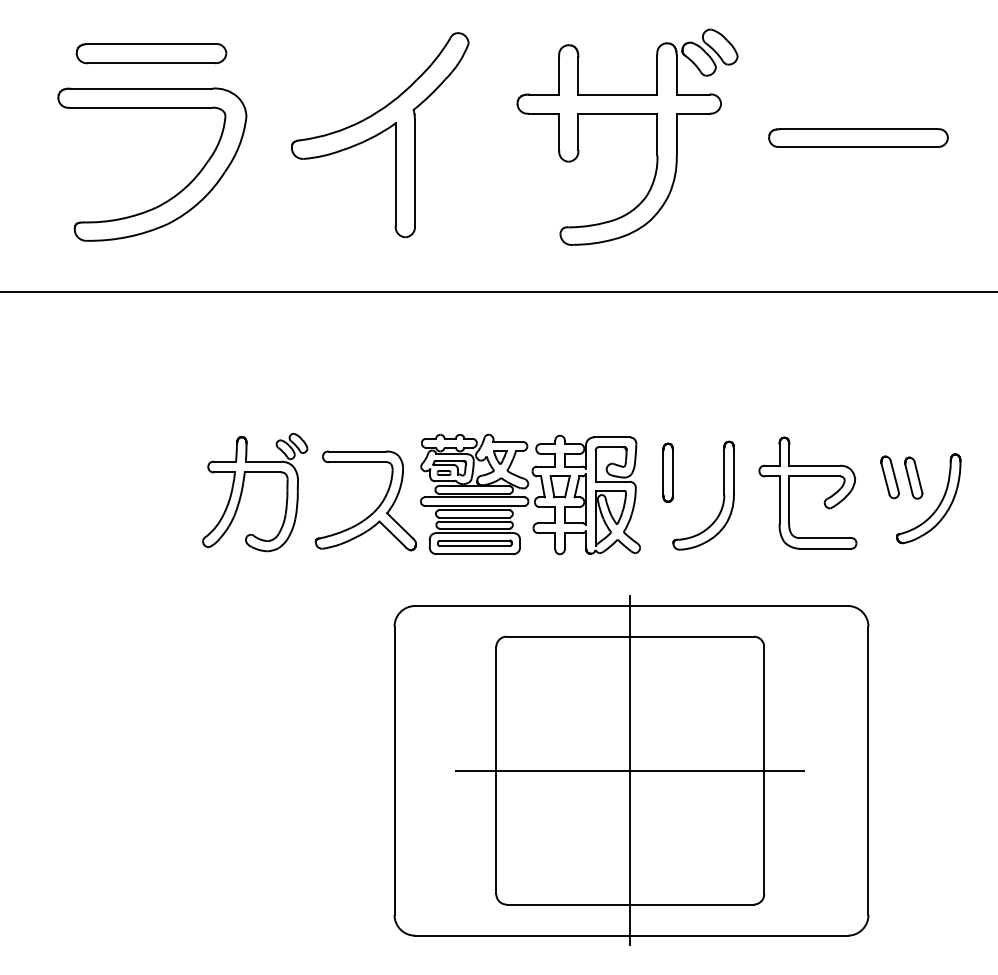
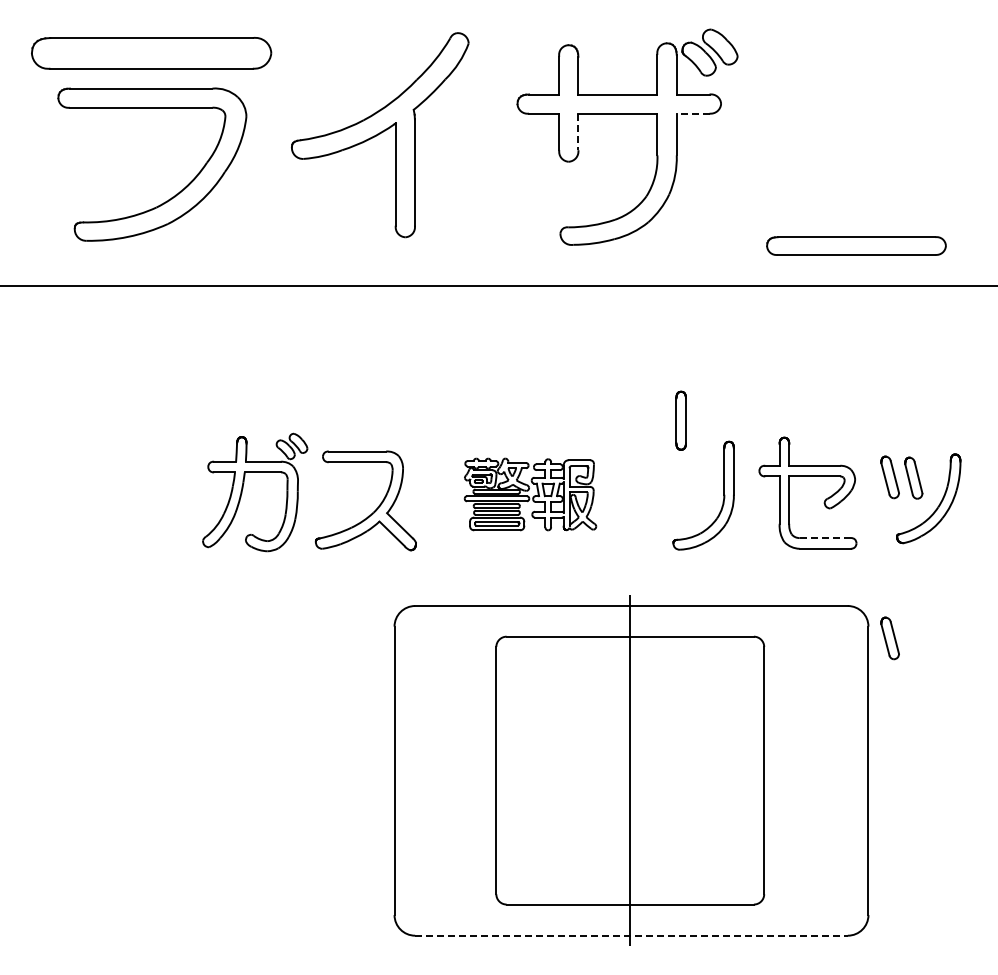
part at (151, 53) size: 153x22 px -> 242x33 px
line at (692, 113): solid -> dashed
line at (578, 132): solid -> dashed
part at (858, 137) position: (858, 137) -> (856, 245)
line at (498, 291) position: (498, 291) -> (498, 285)
part at (667, 472) position: (667, 472) -> (680, 420)
part at (530, 494) size: 221x123 px -> 135x75 px
line at (825, 538): solid -> dashed
part at (889, 638): none -> present
line at (630, 770): present -> none
line at (632, 935): solid -> dashed
